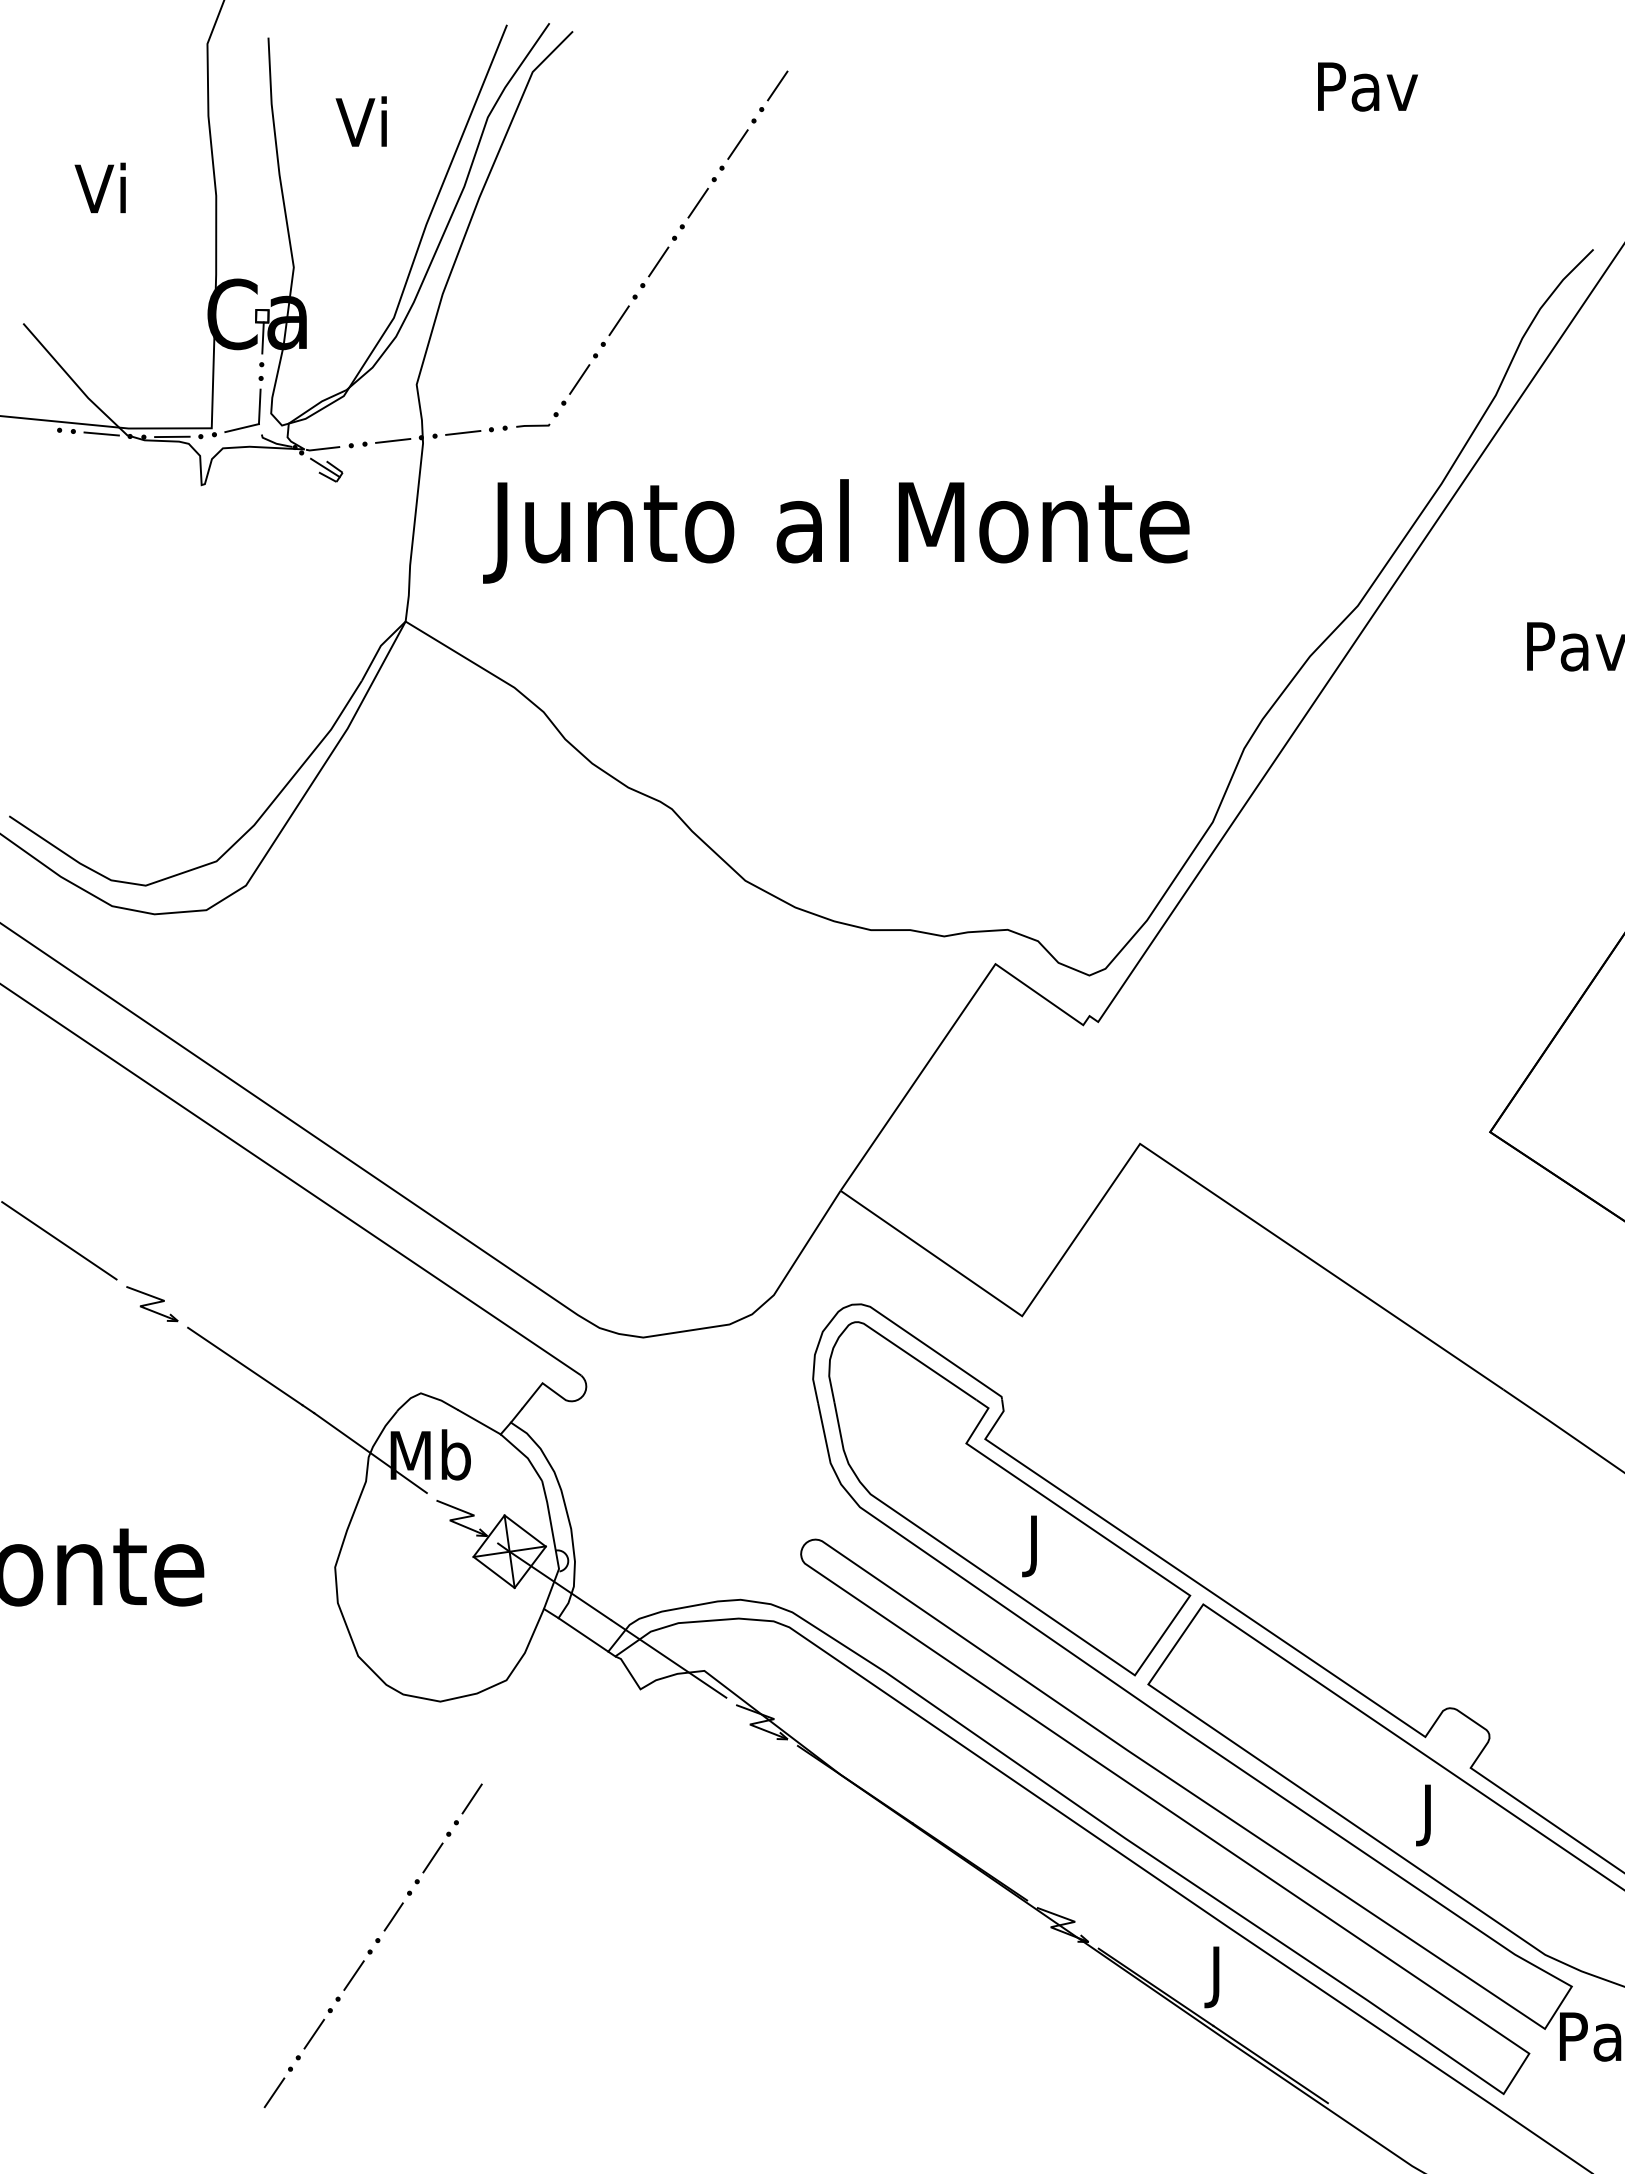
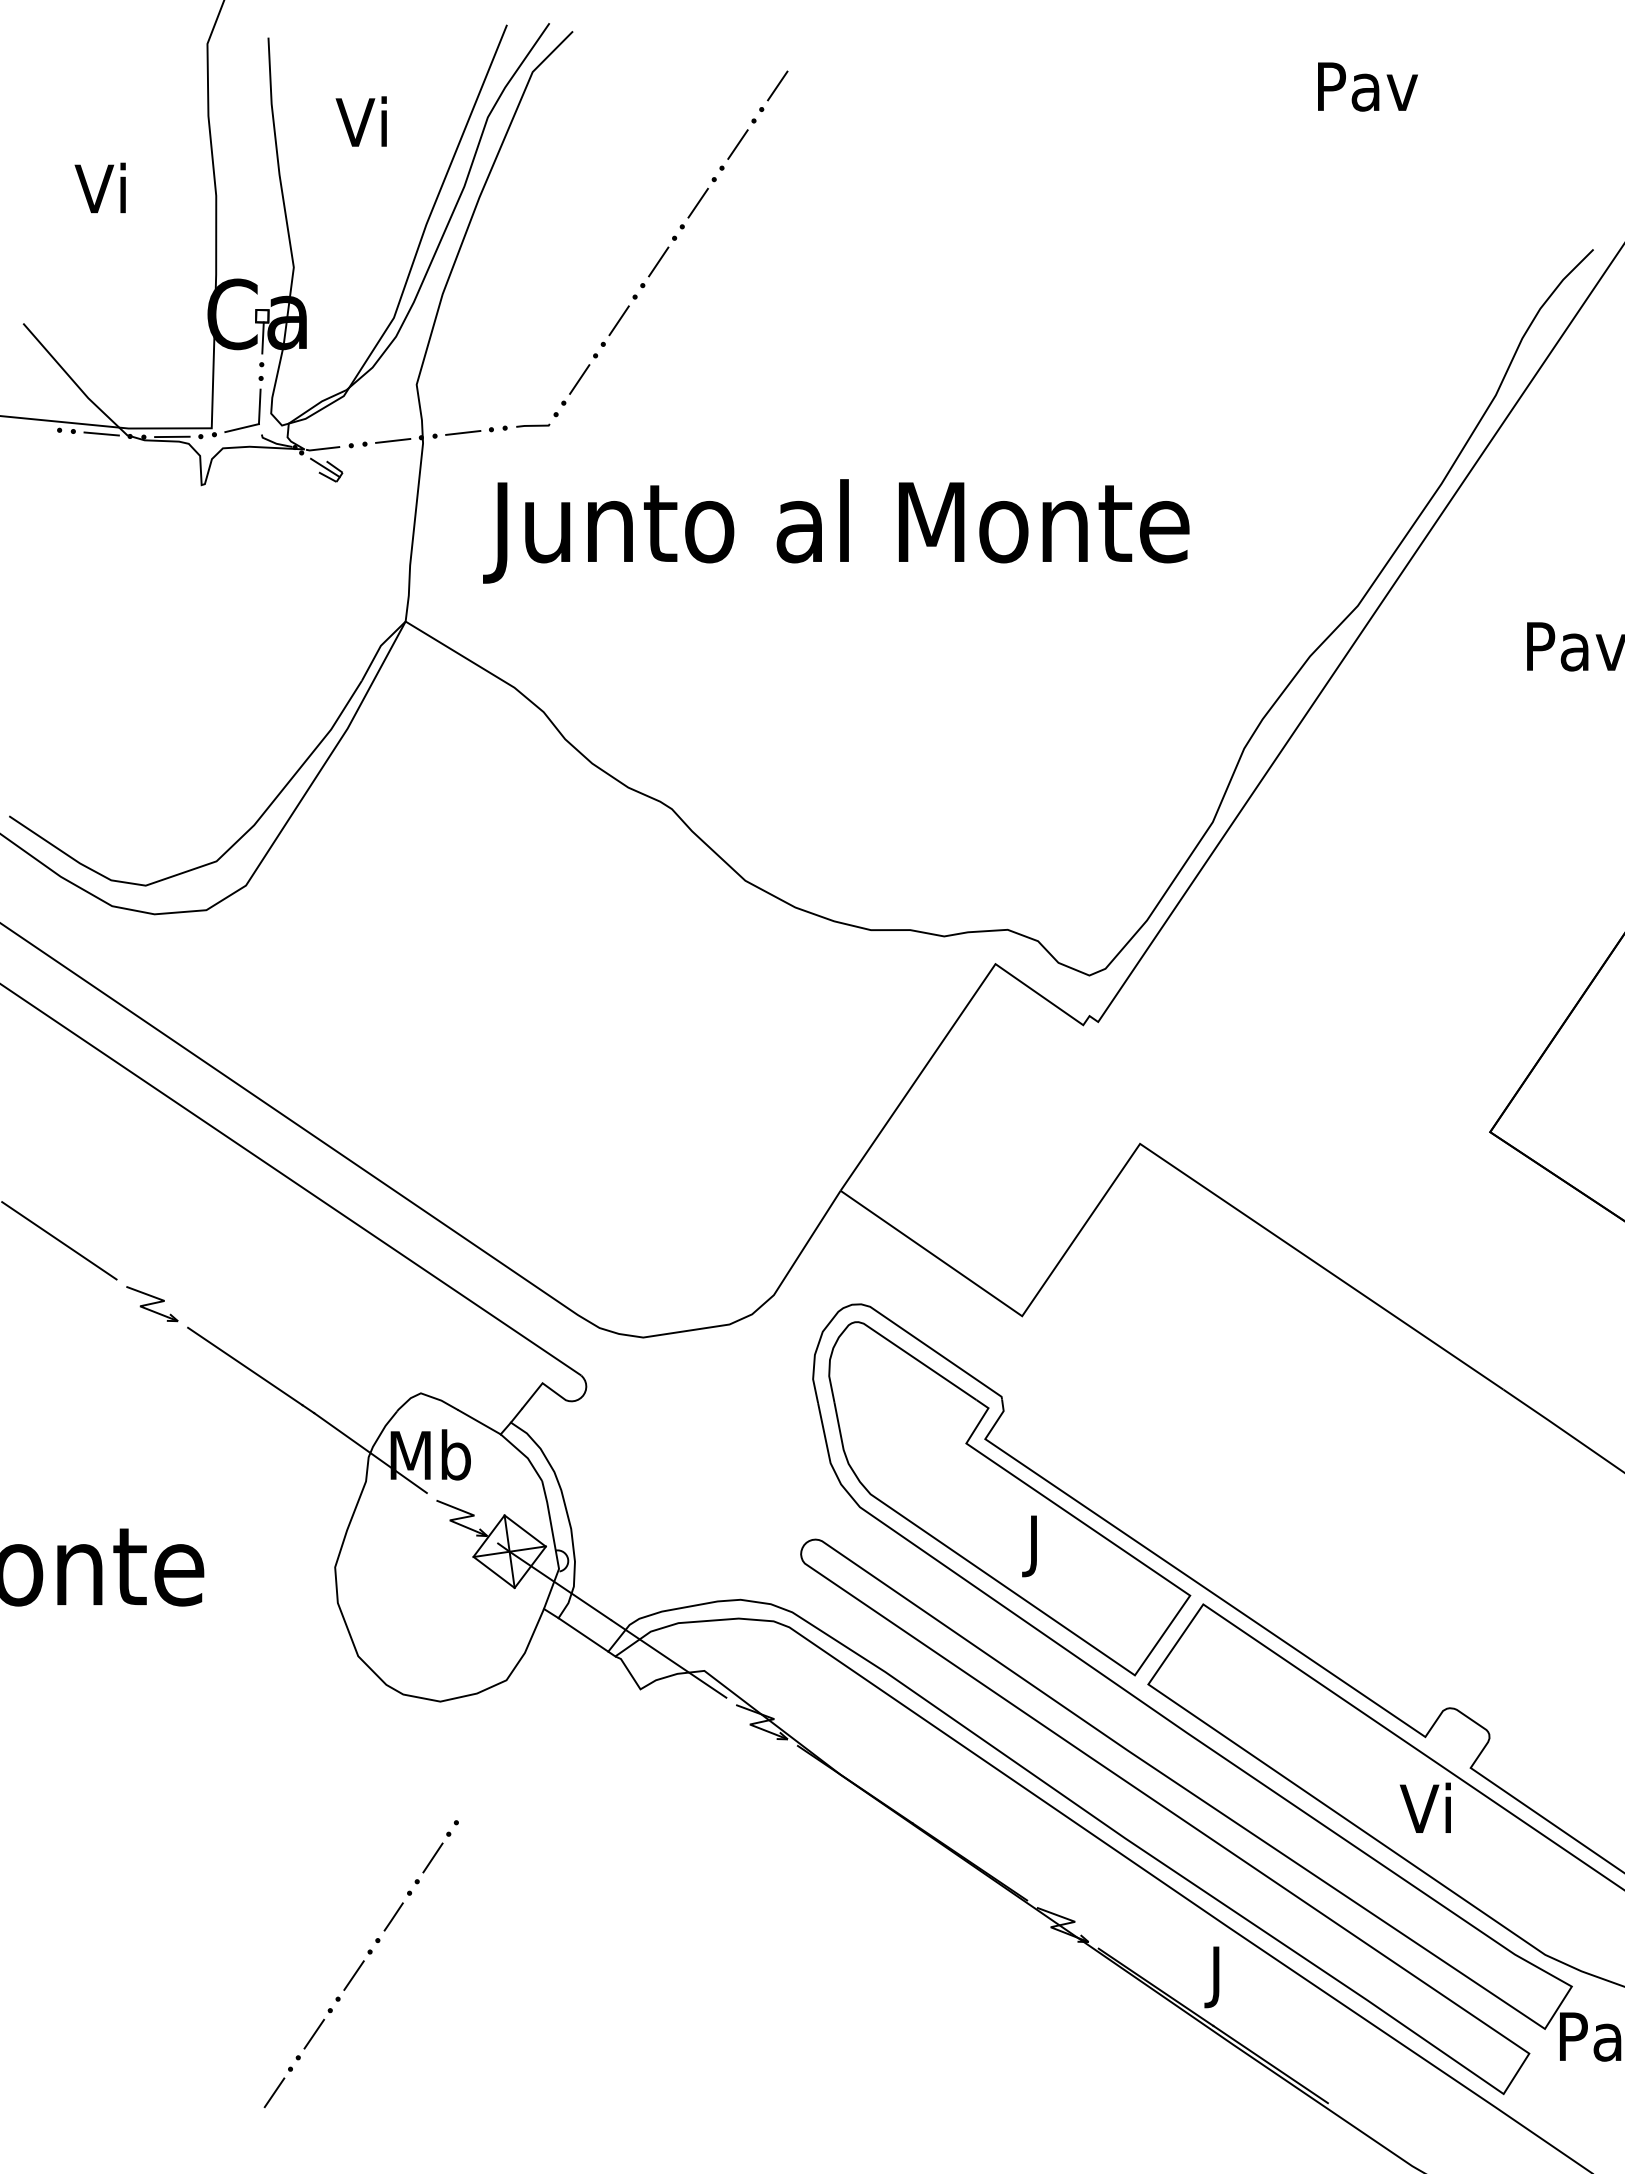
line at (471, 1798): present -> none
text at (1424, 1814): J -> Vi
